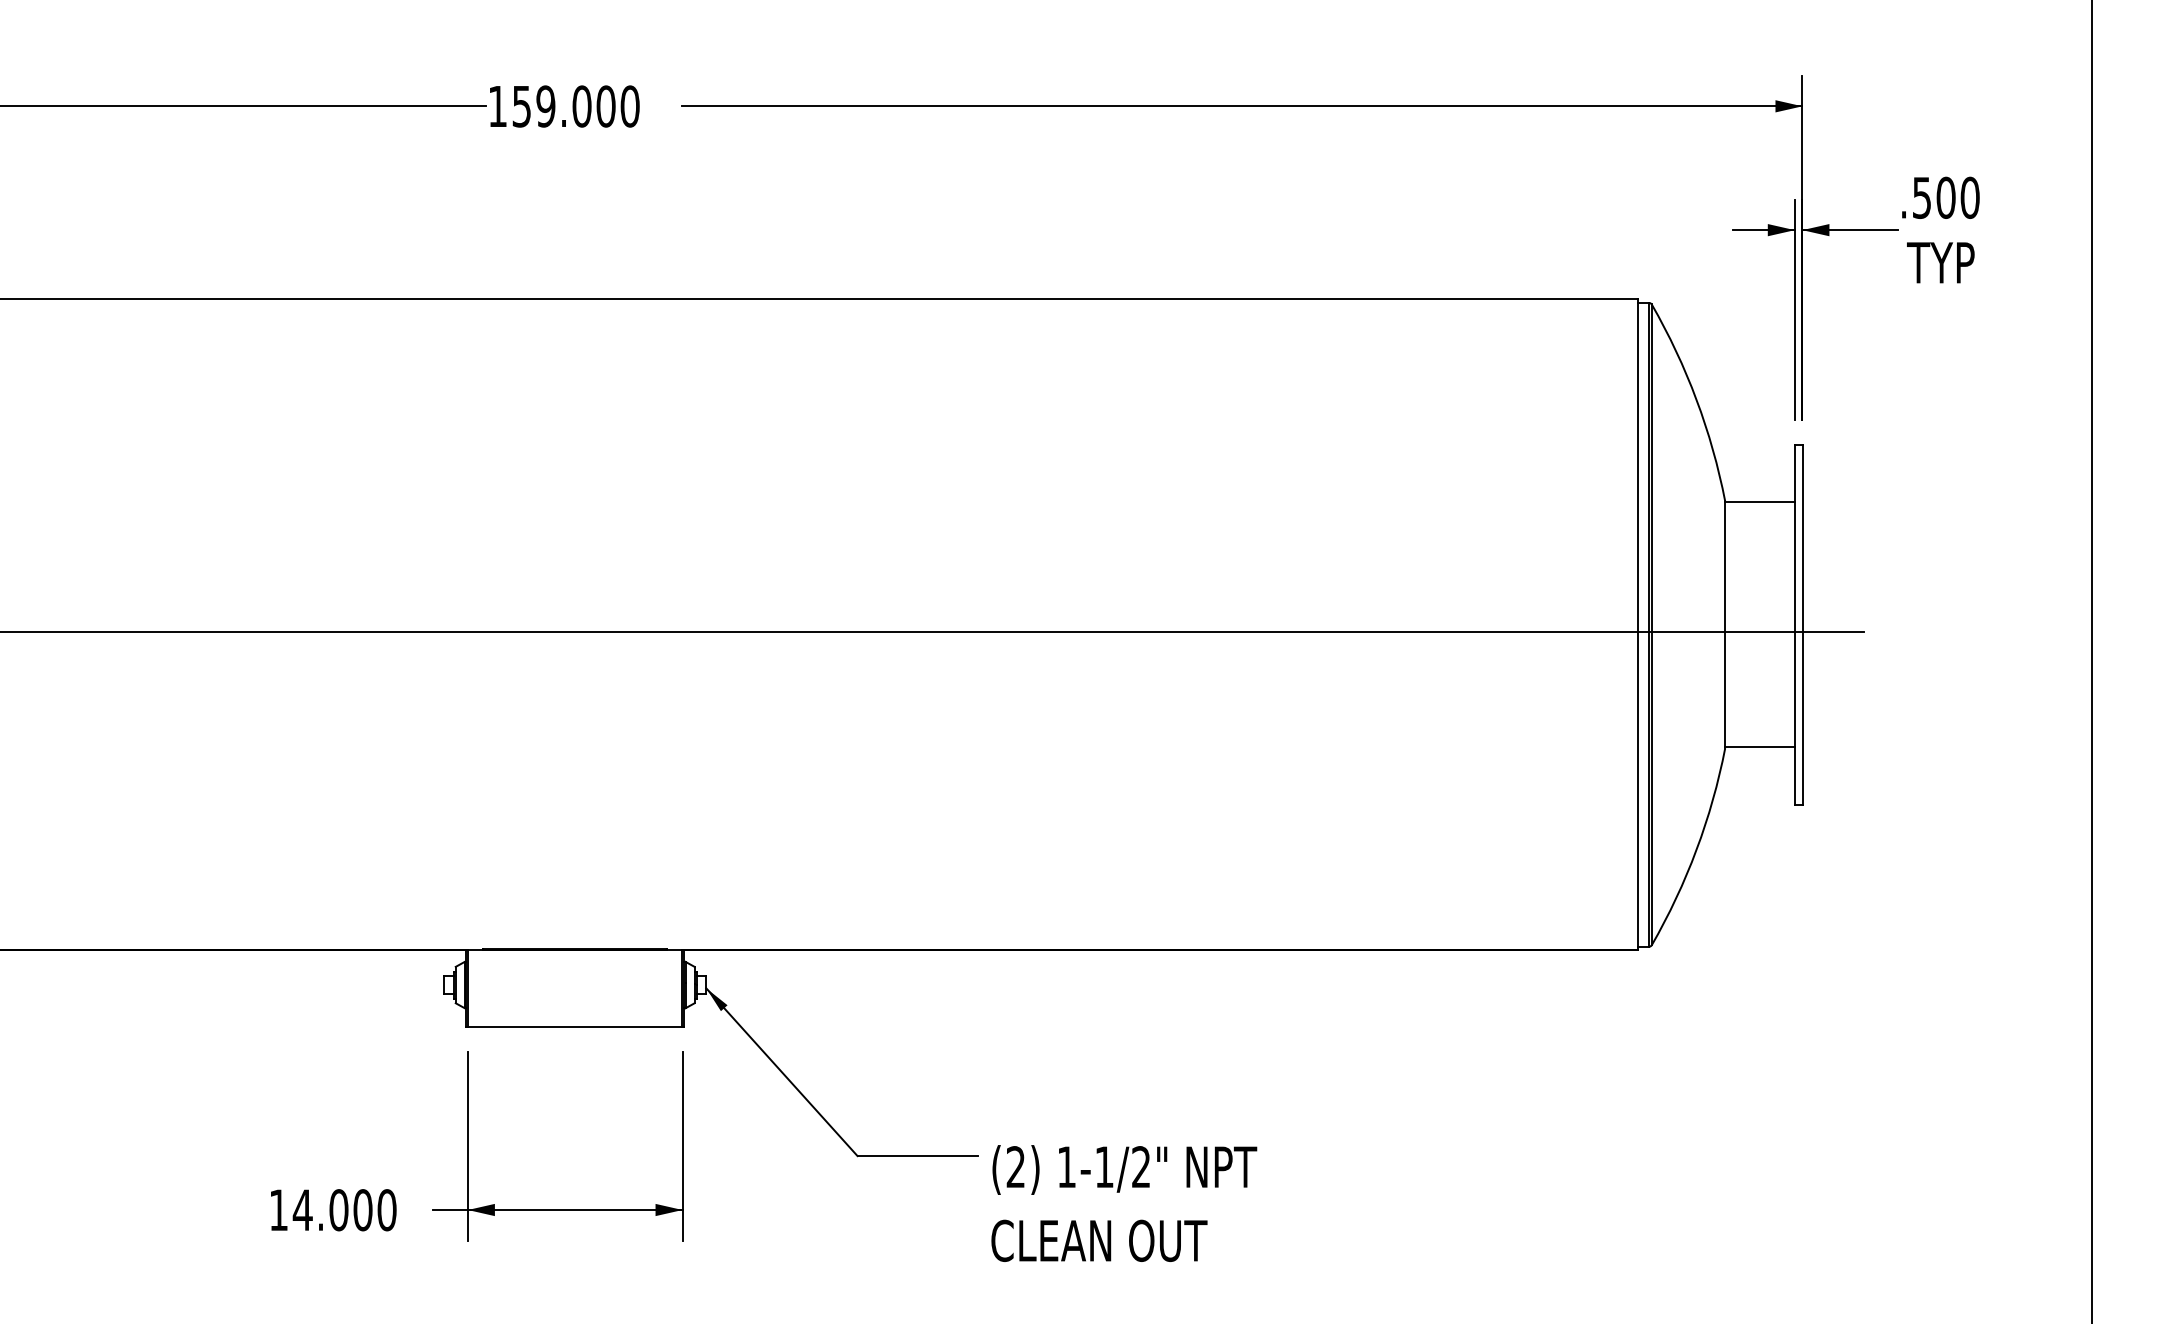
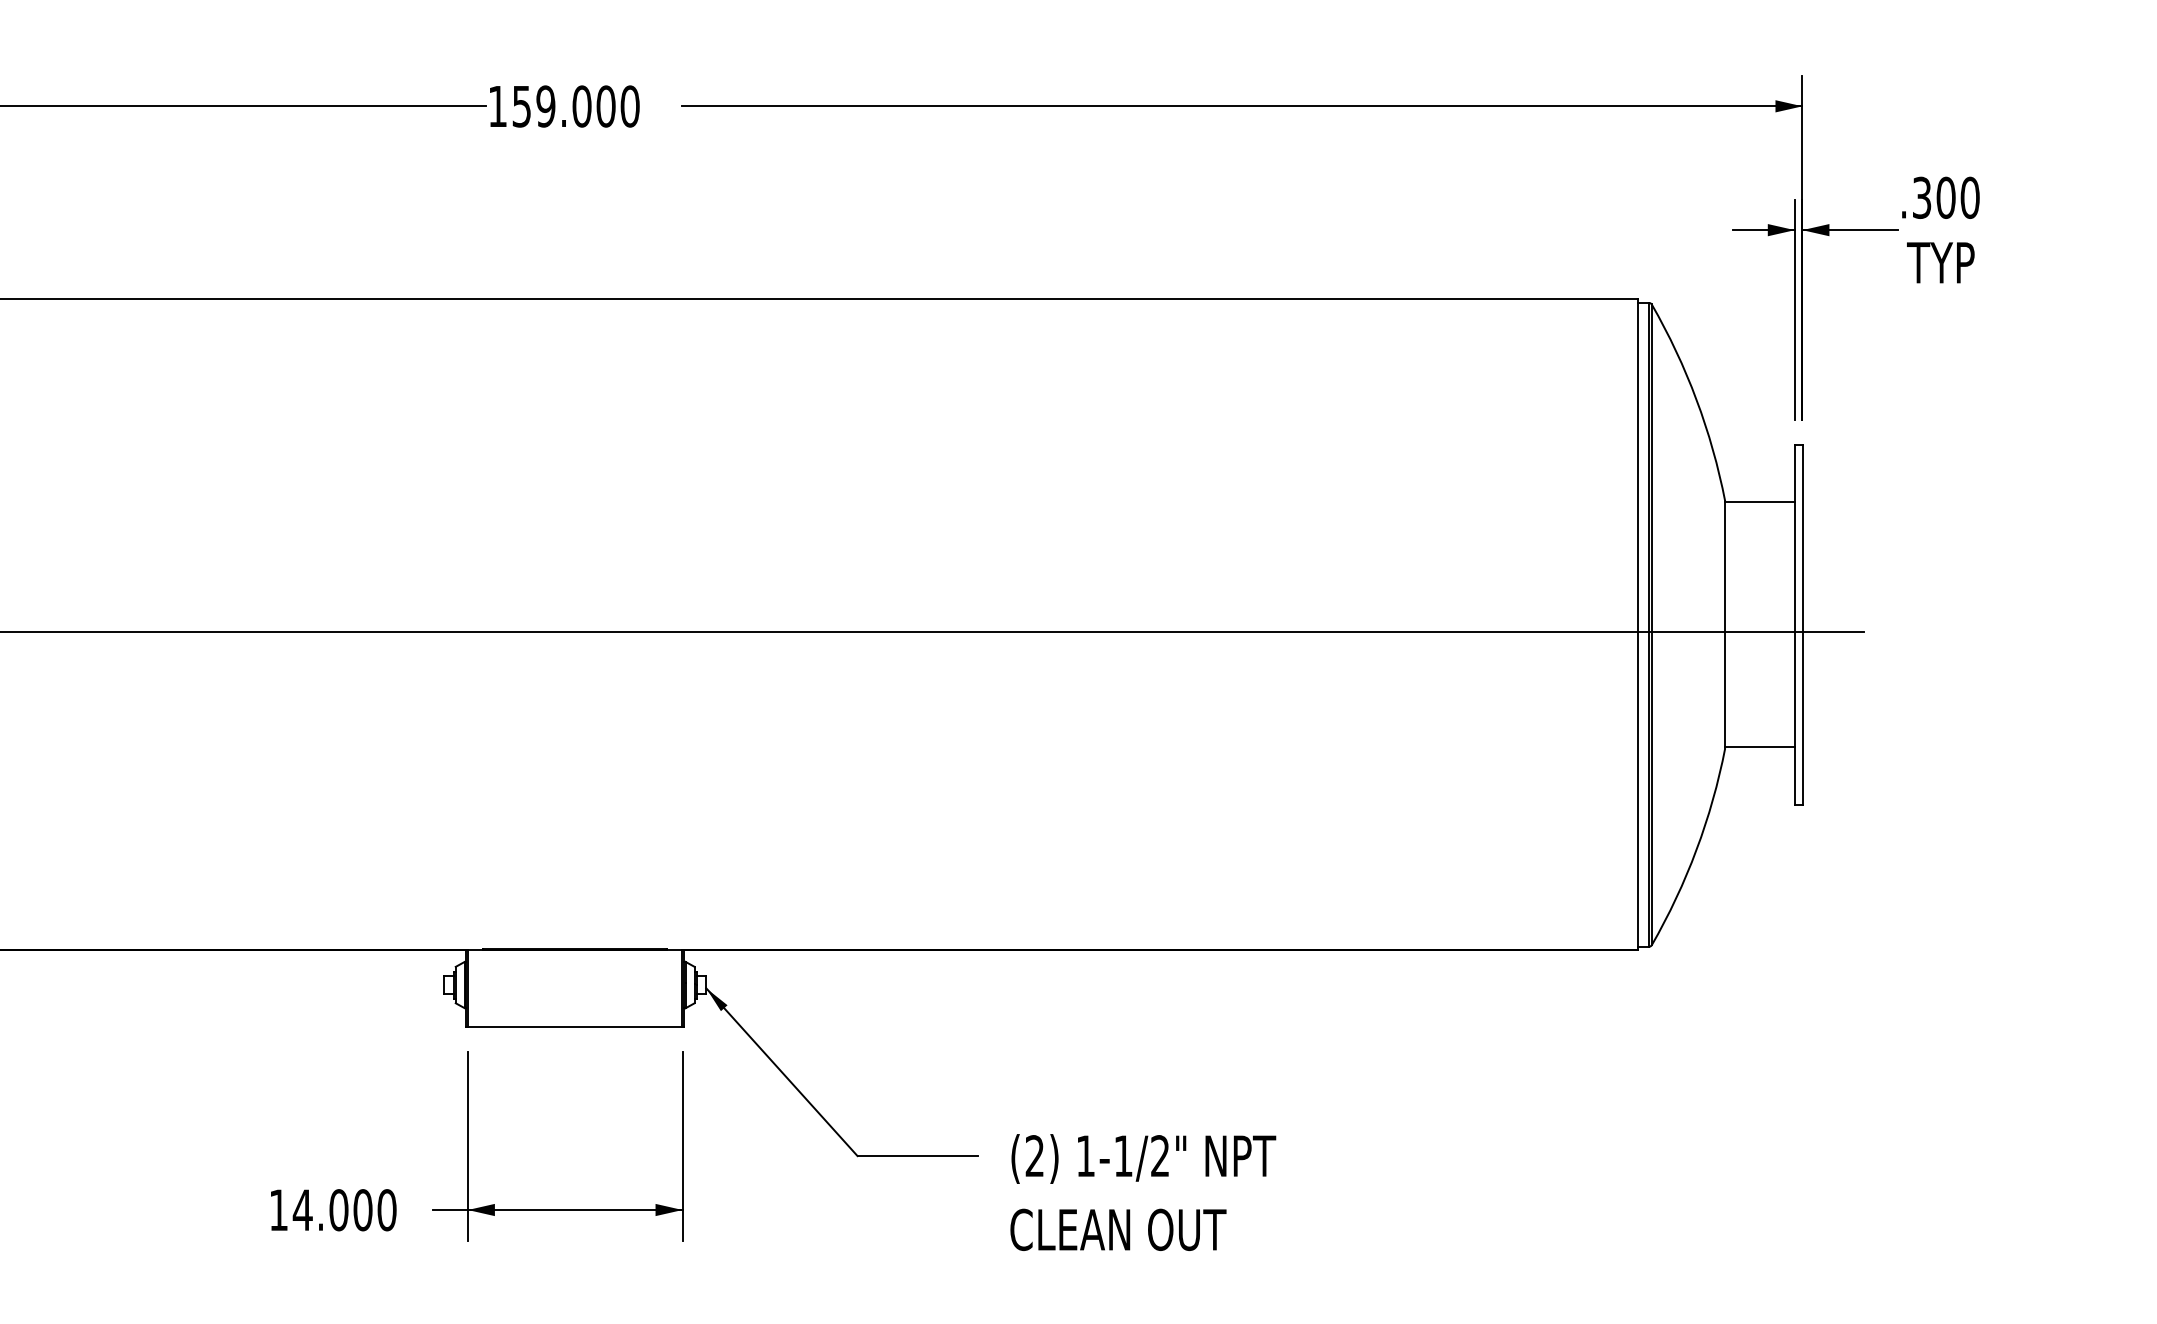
text at (1922, 197): .500 -> .300
line at (2092, 661): present -> none
text at (1124, 1203) position: (1124, 1203) -> (1143, 1192)
